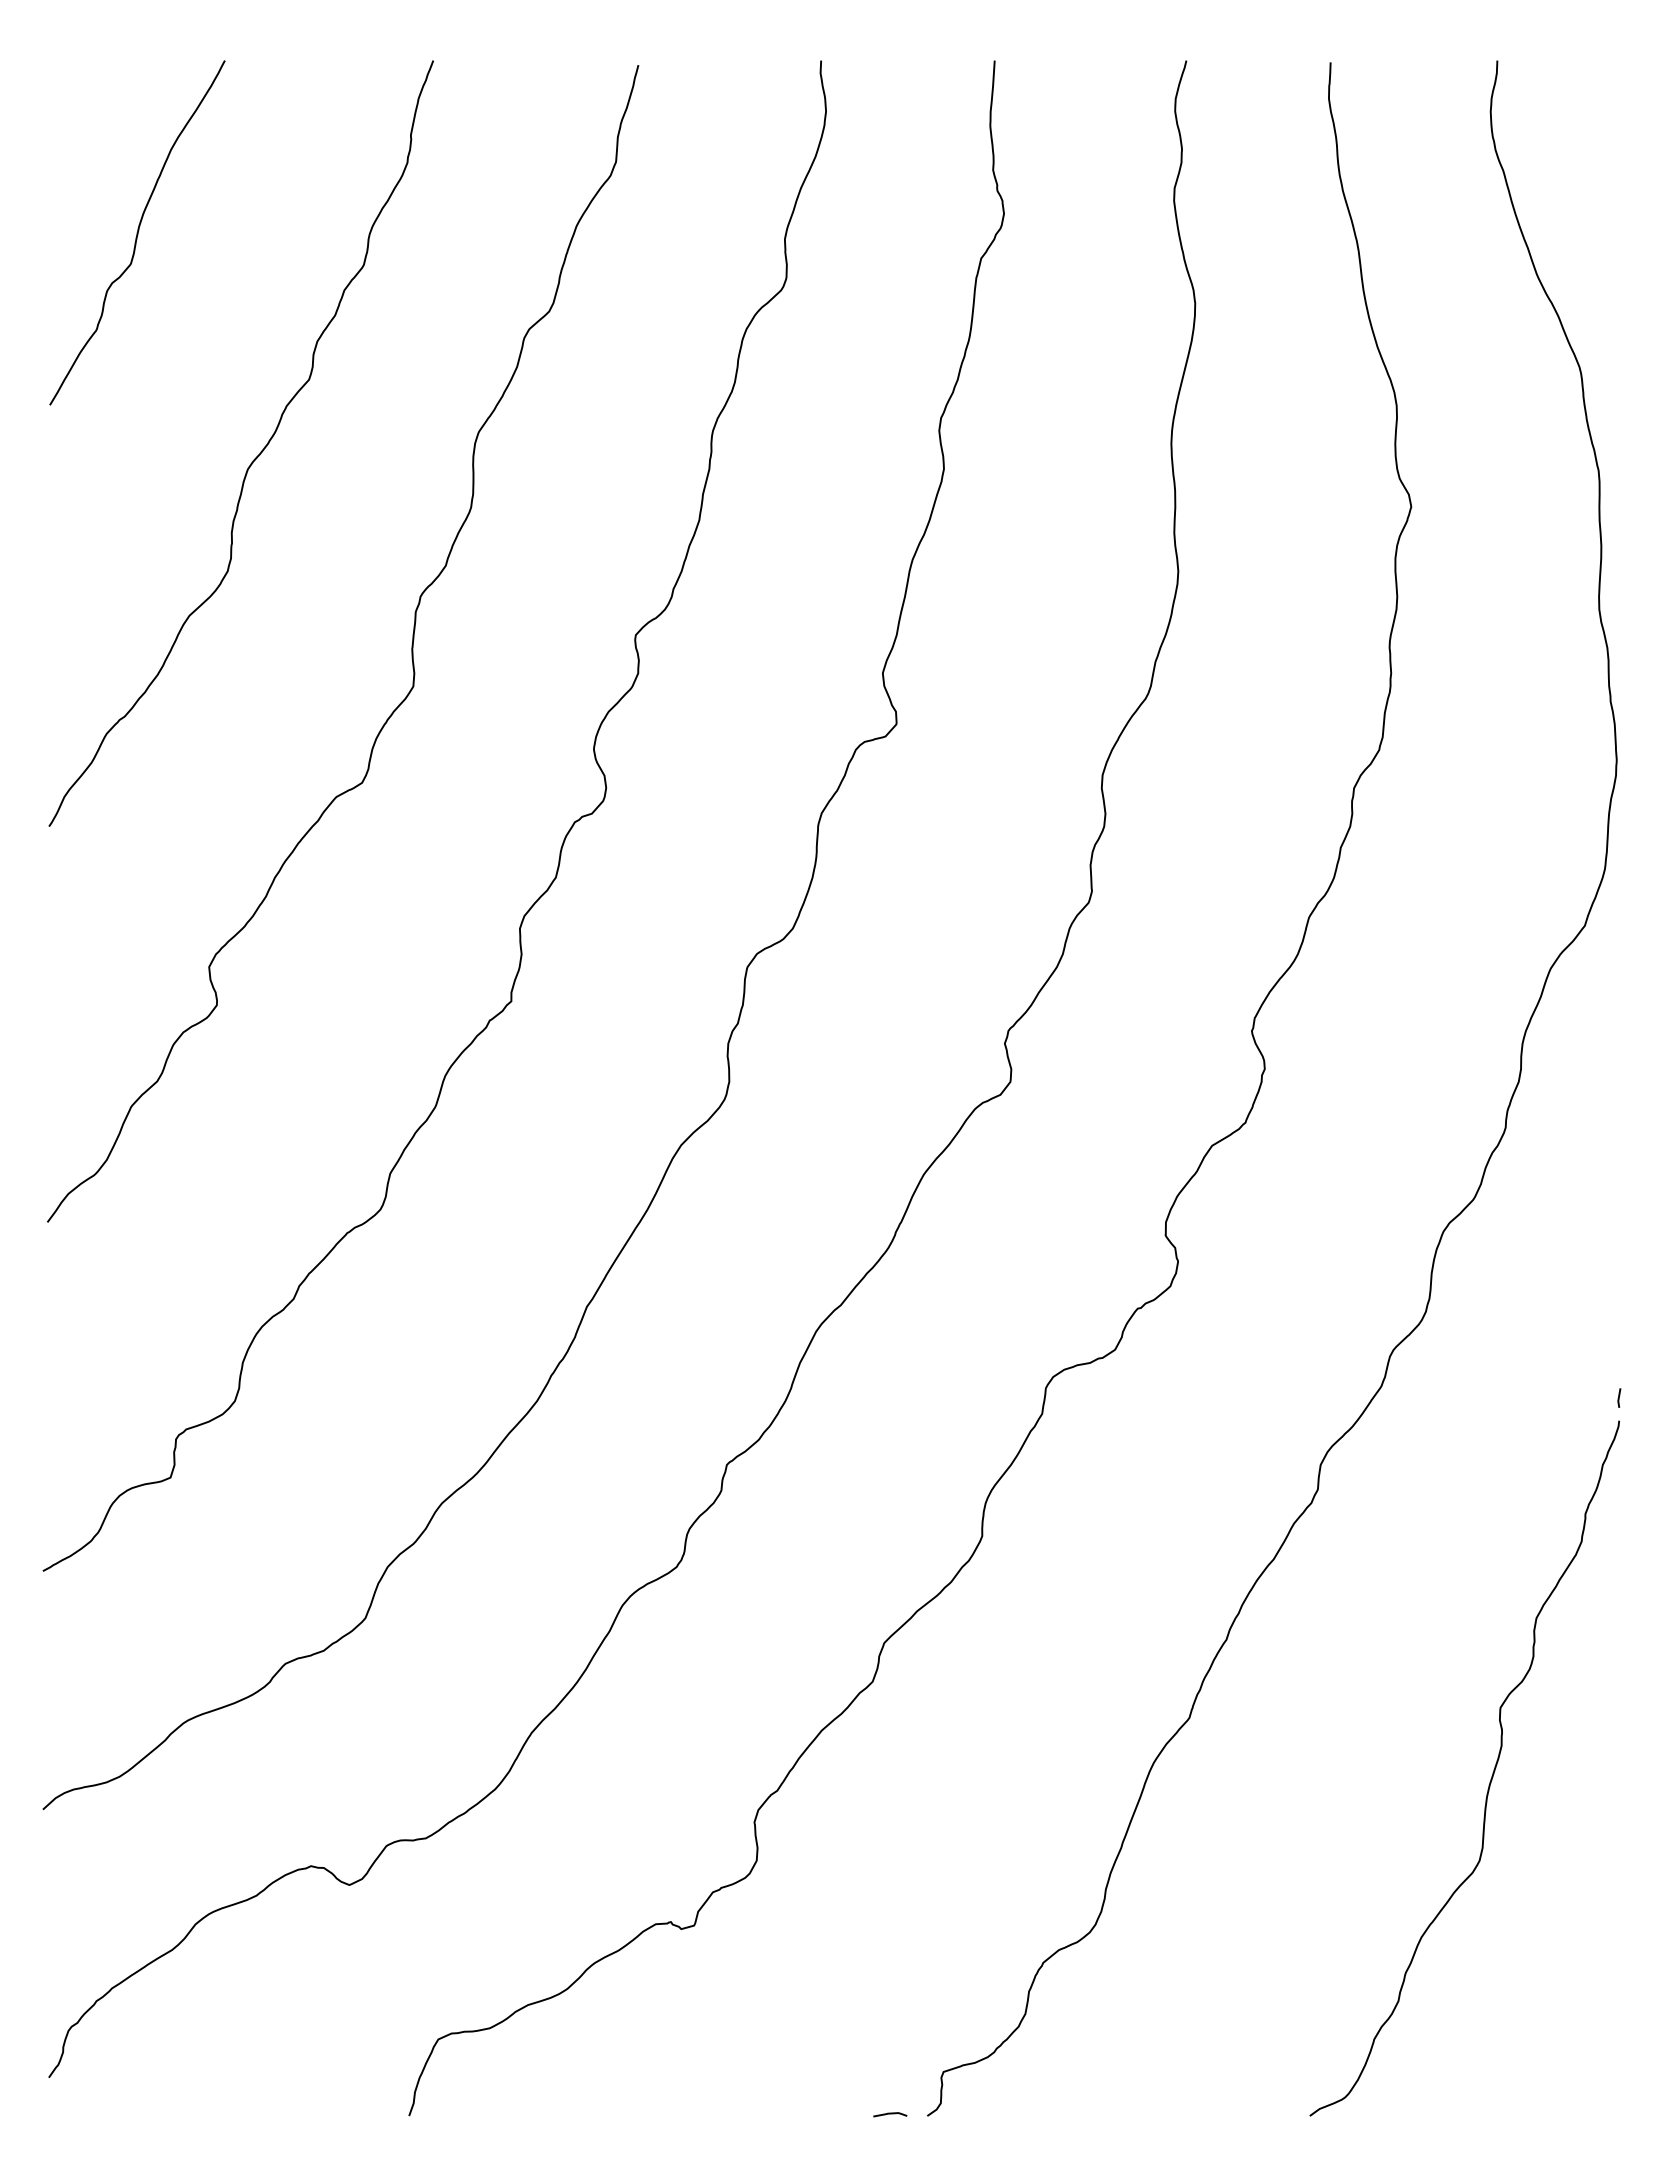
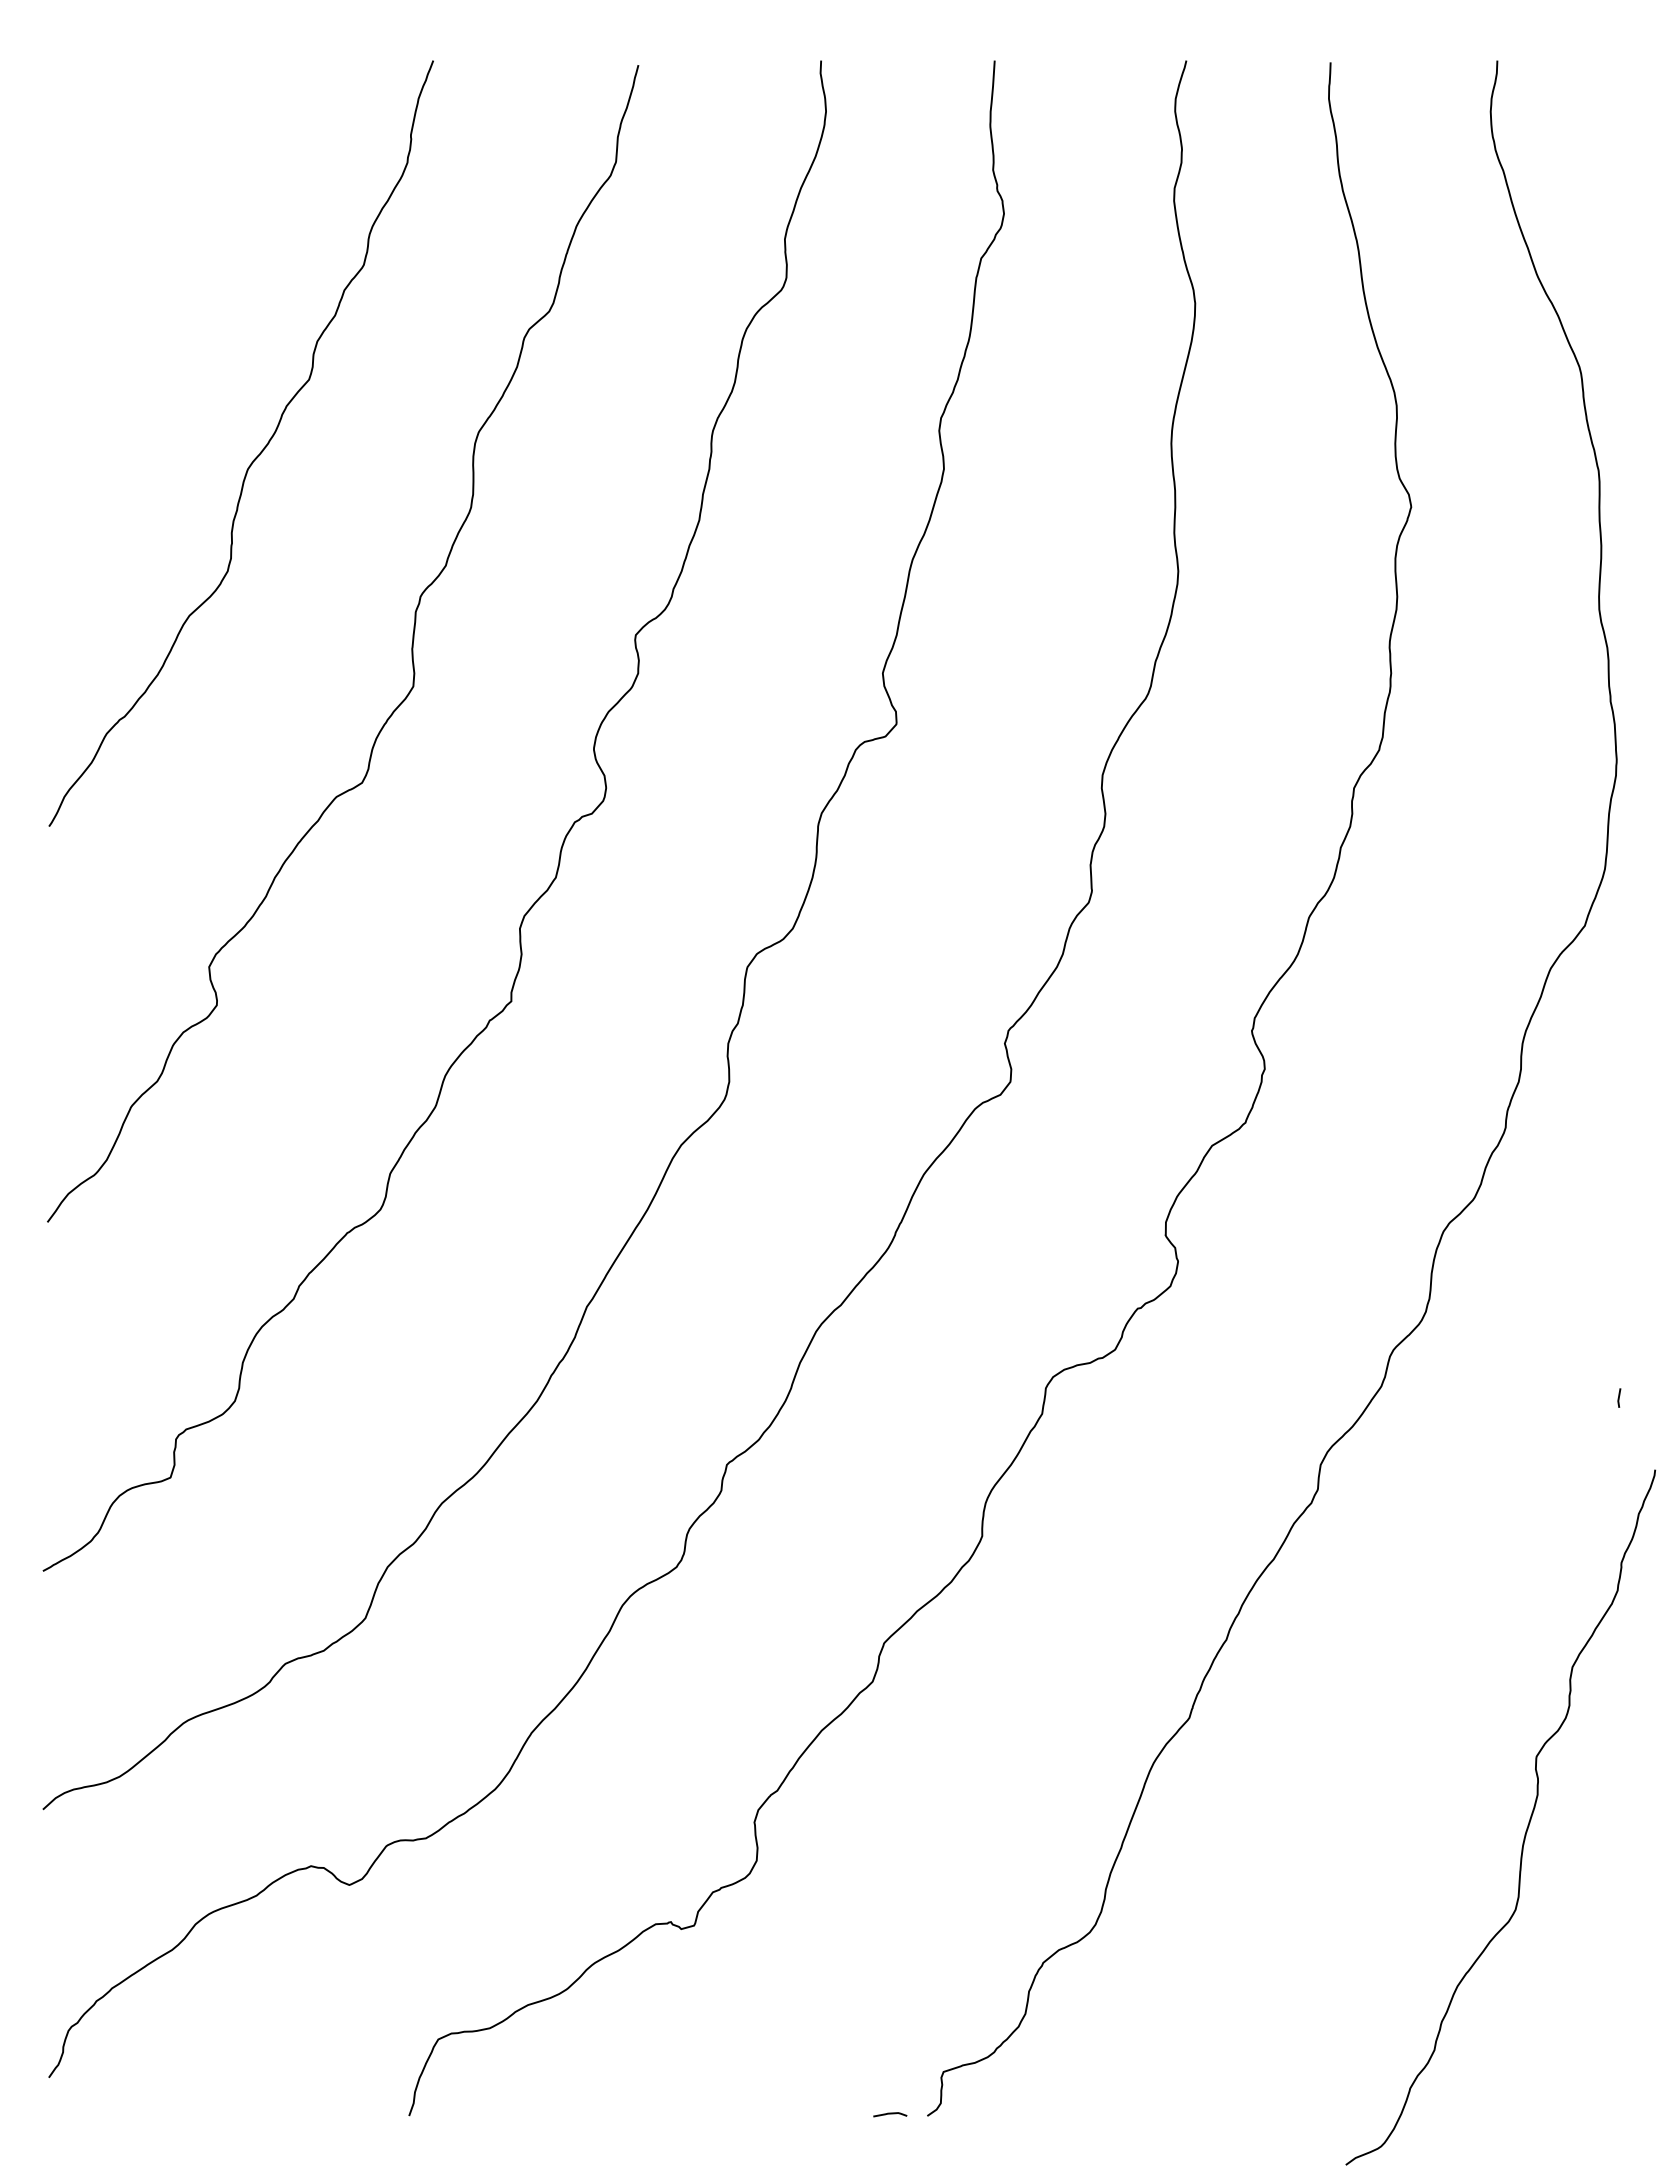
curve at (137, 232): present -> none
curve at (1491, 1776) position: (1491, 1776) -> (1527, 1825)
